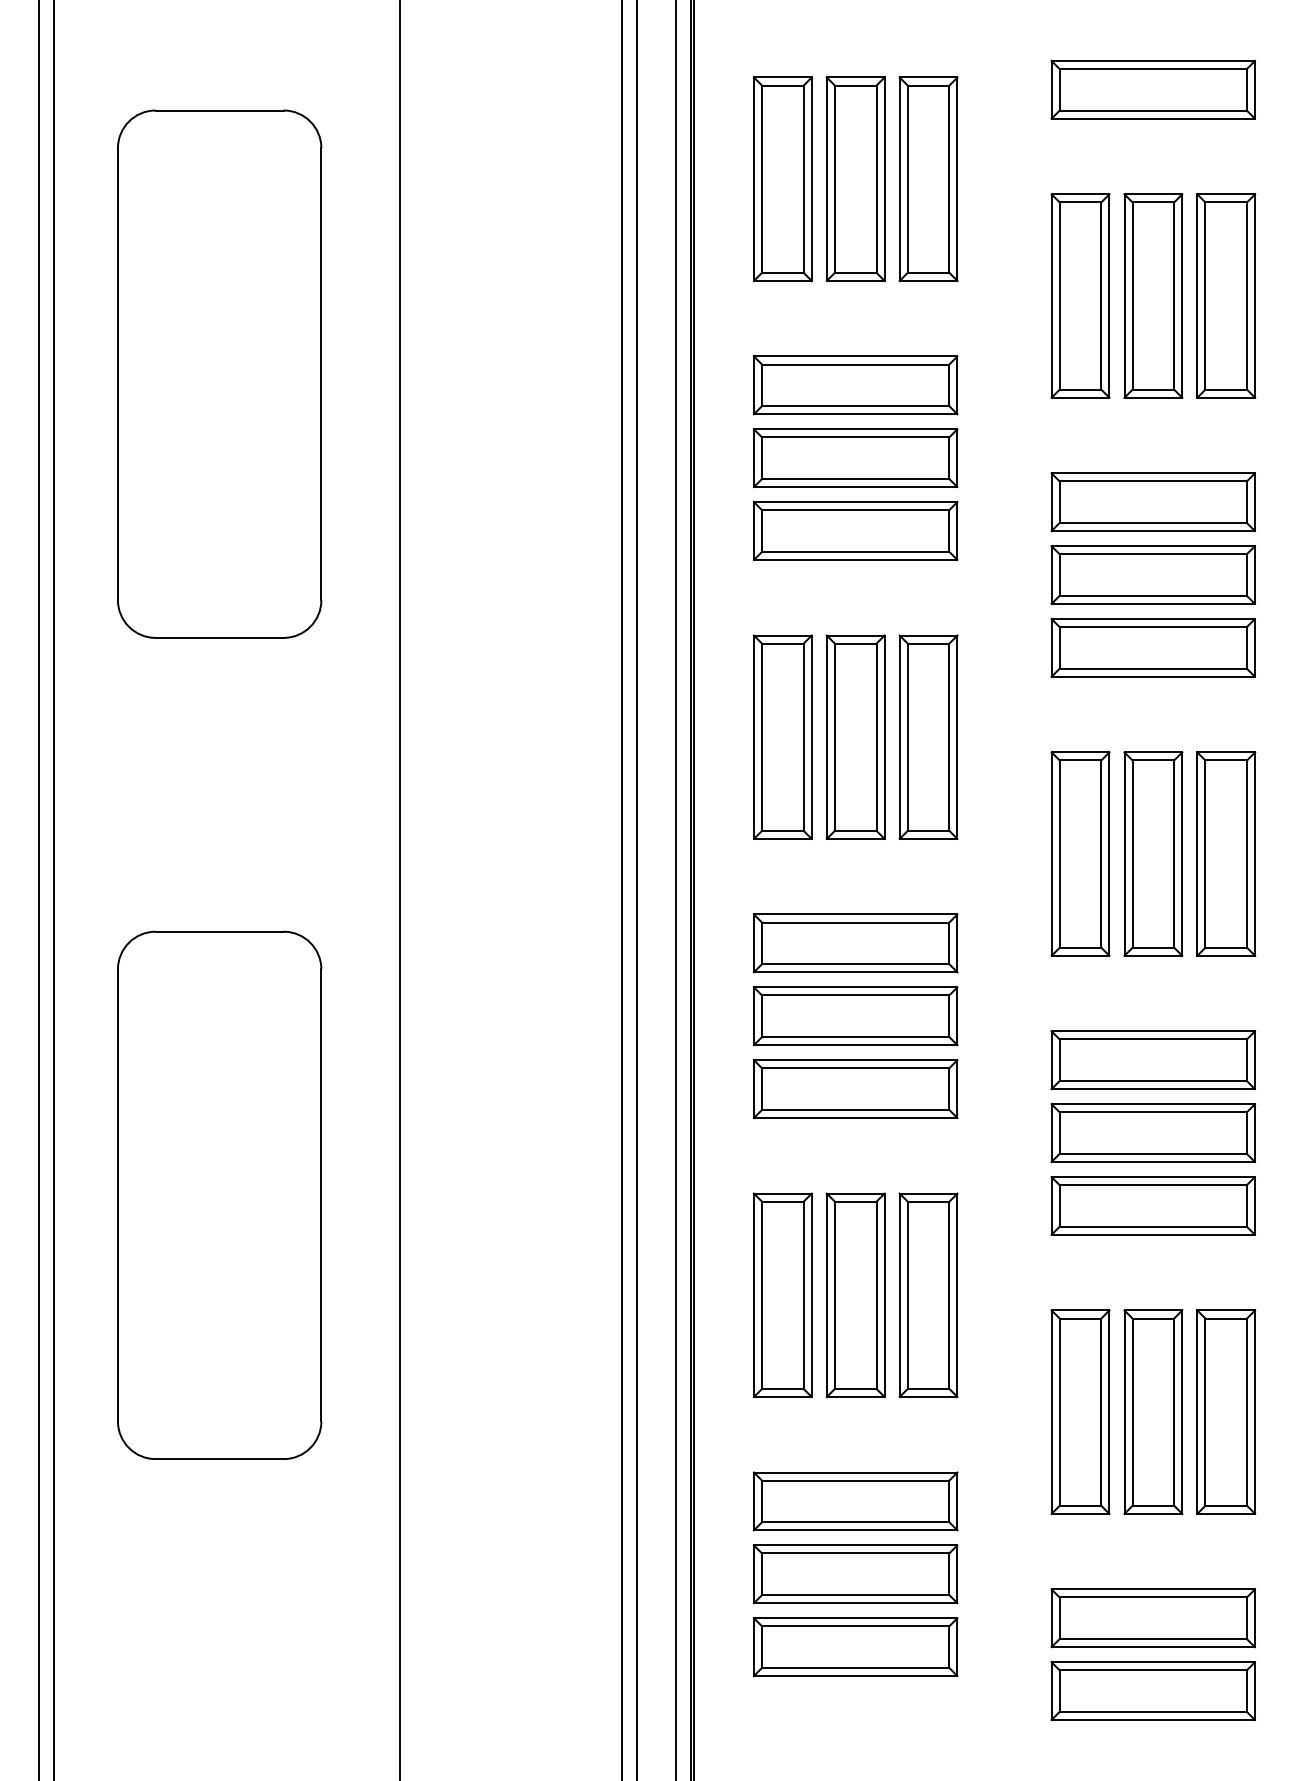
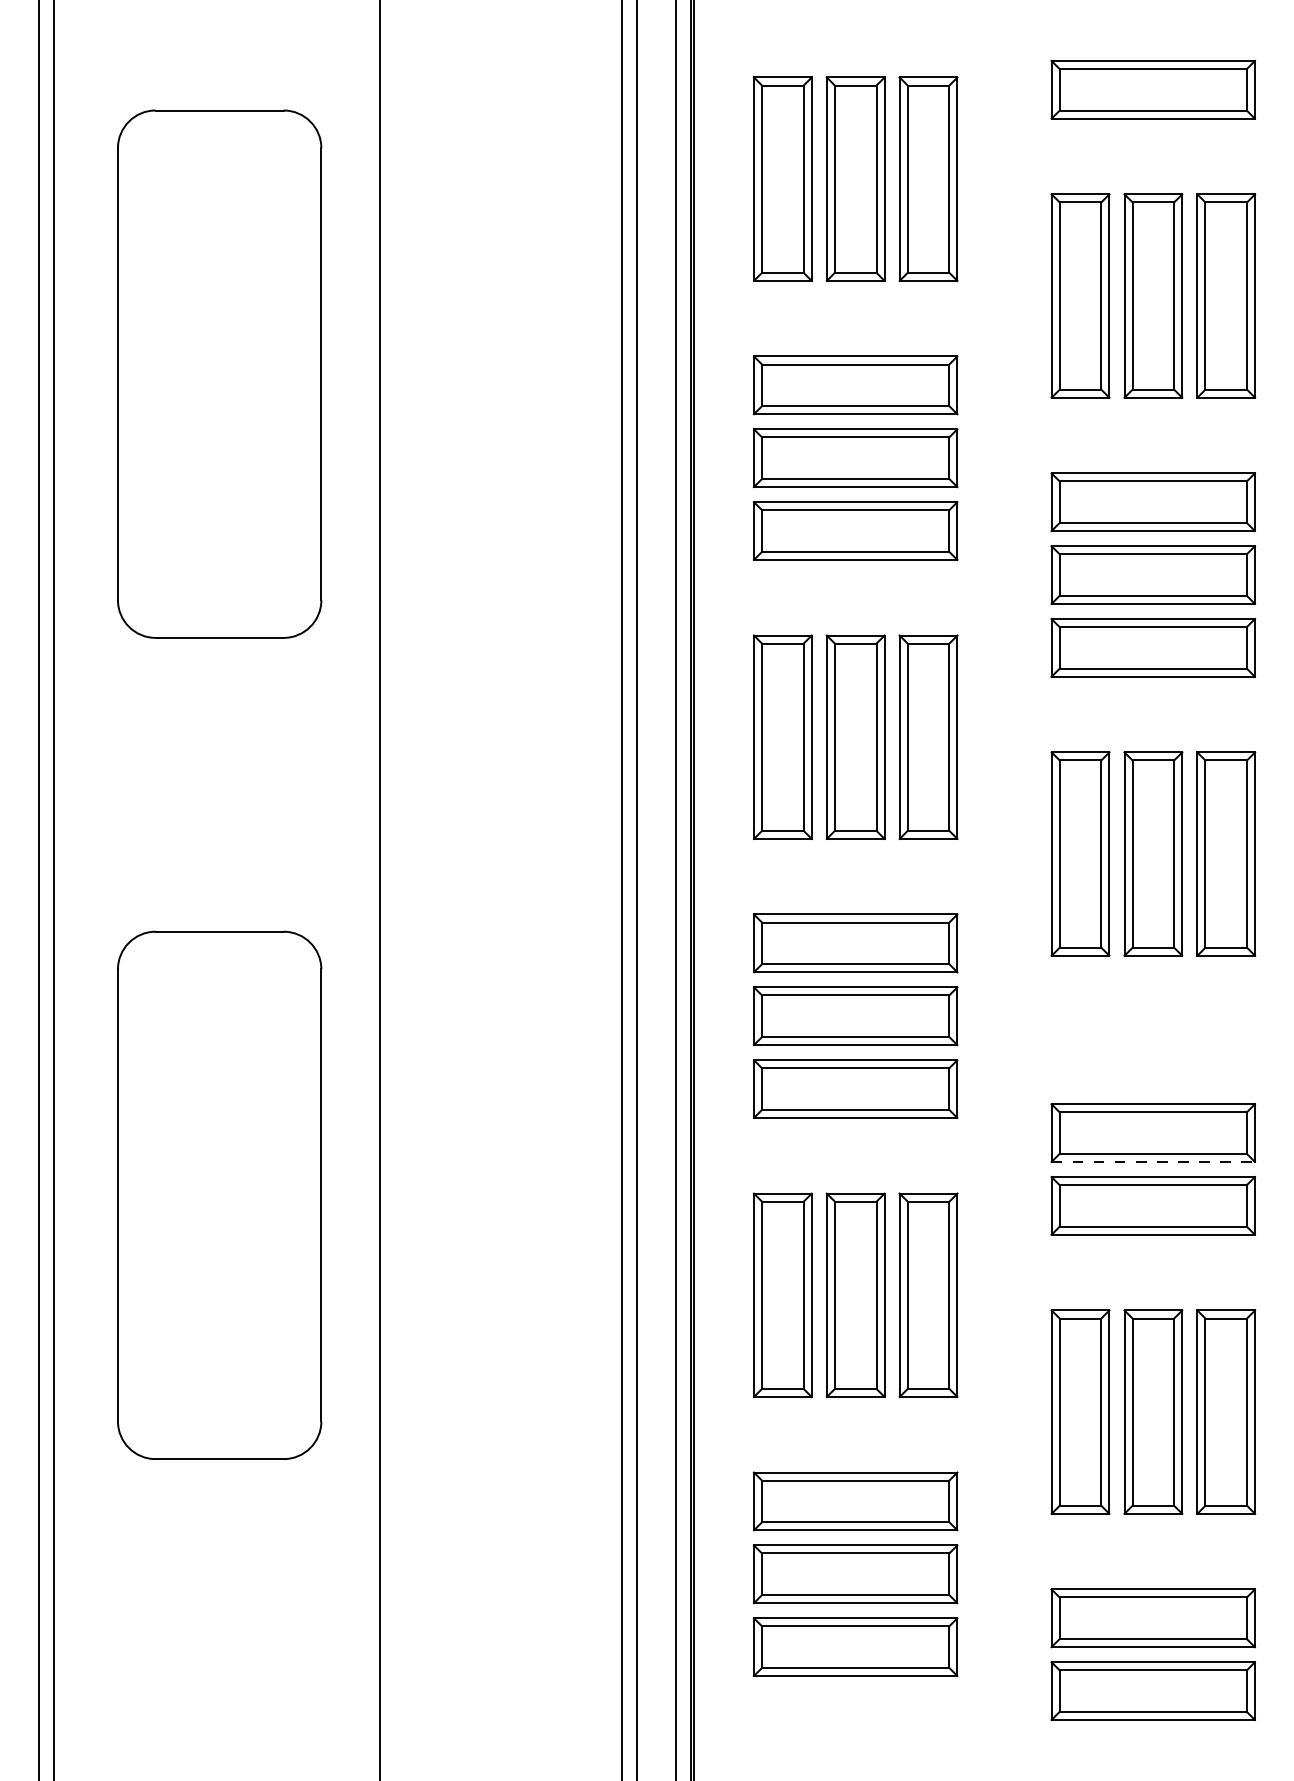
line at (400, 889) position: (400, 889) -> (380, 889)
part at (1153, 1060): present -> none
line at (1153, 1161): solid -> dashed
